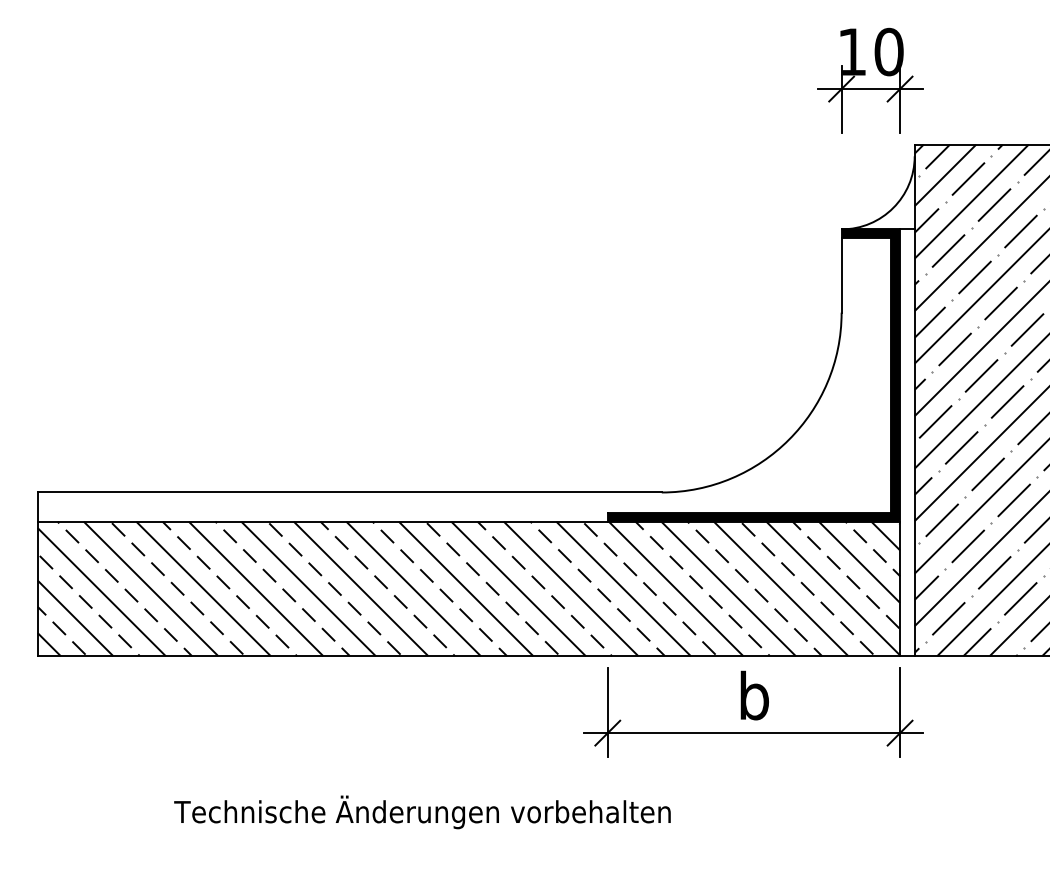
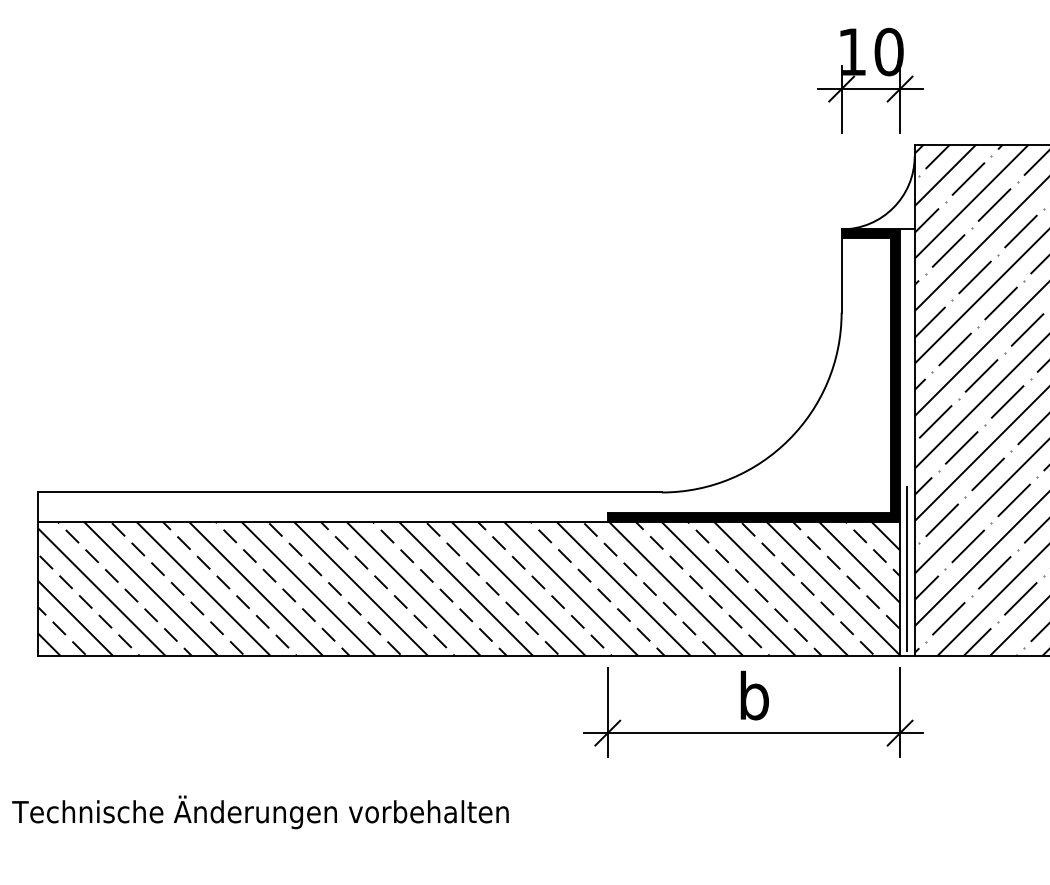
line at (907, 568): none -> present
text at (422, 812) position: (422, 812) -> (260, 812)
